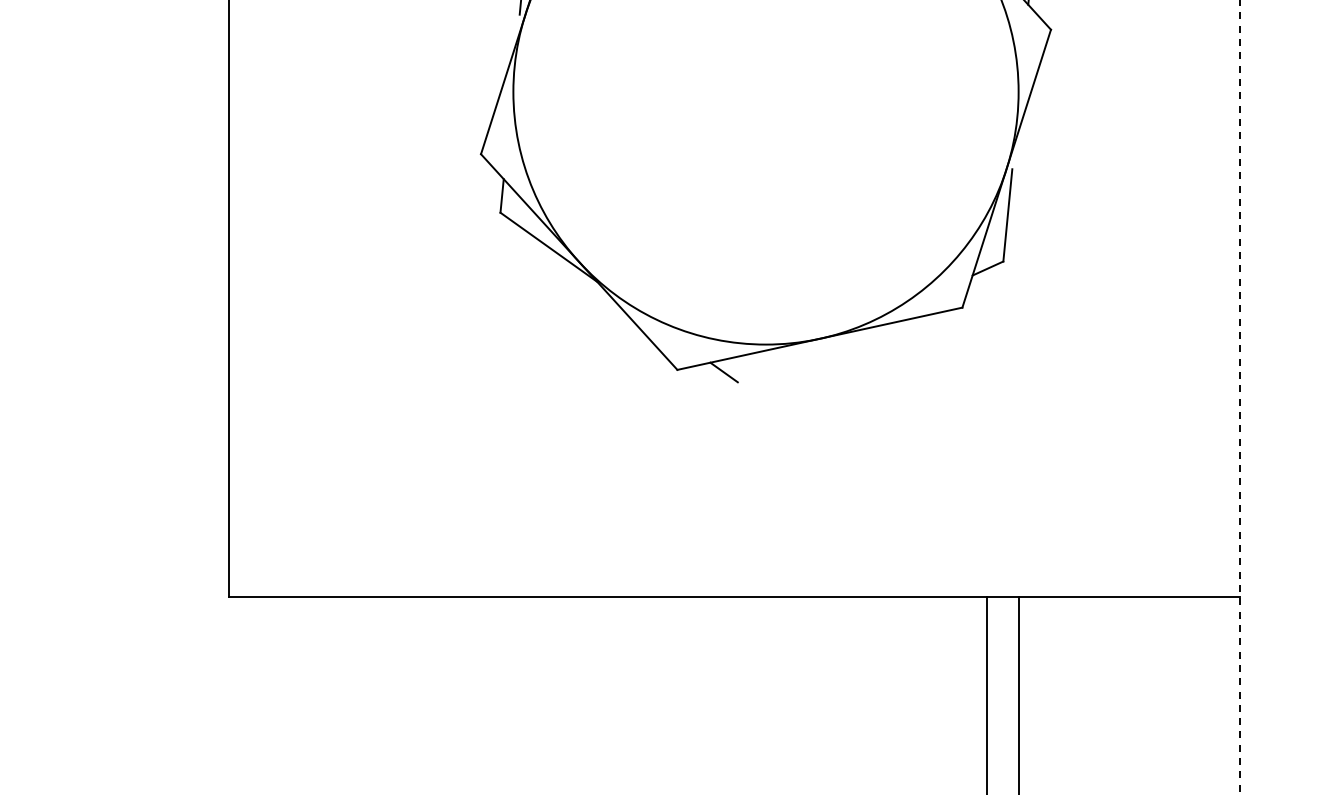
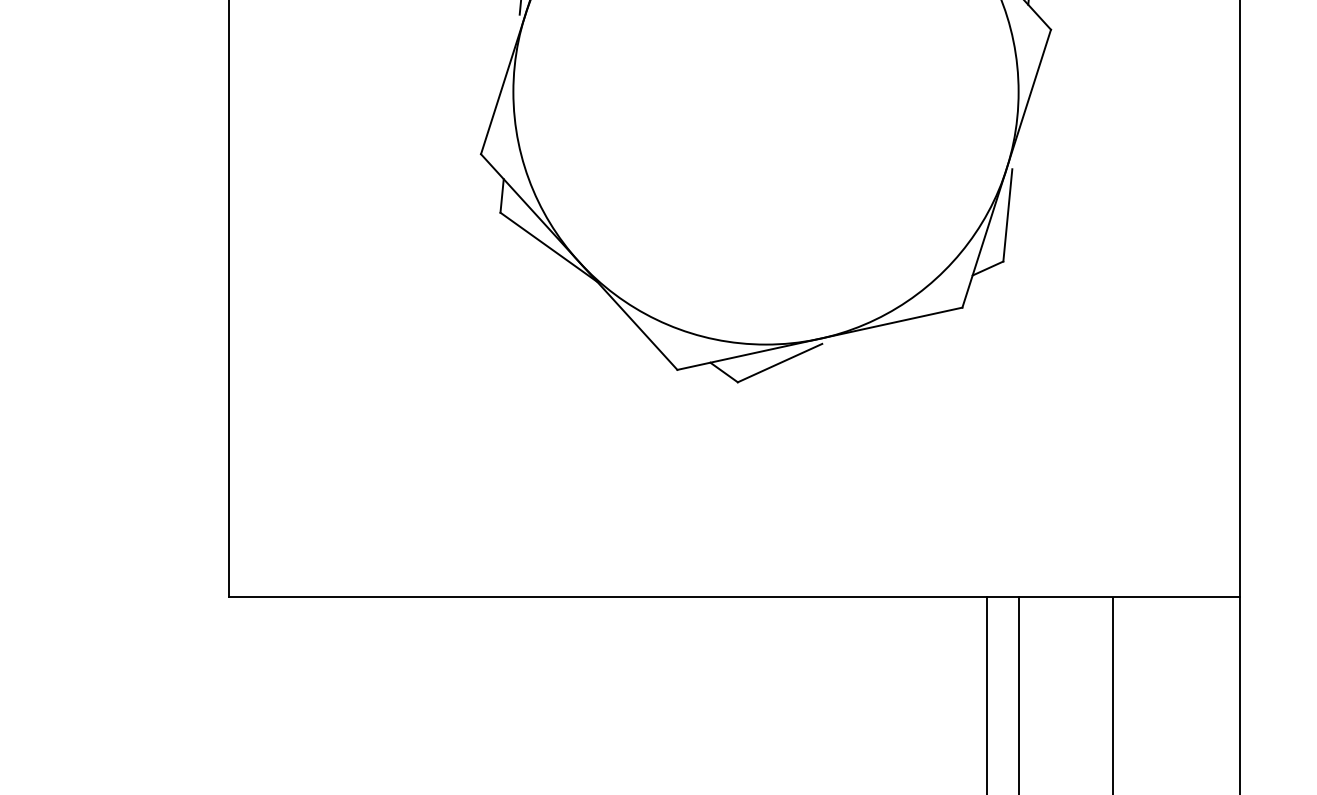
line at (779, 362): none -> present
line at (1239, 397): dashed -> solid
line at (1113, 694): none -> present
